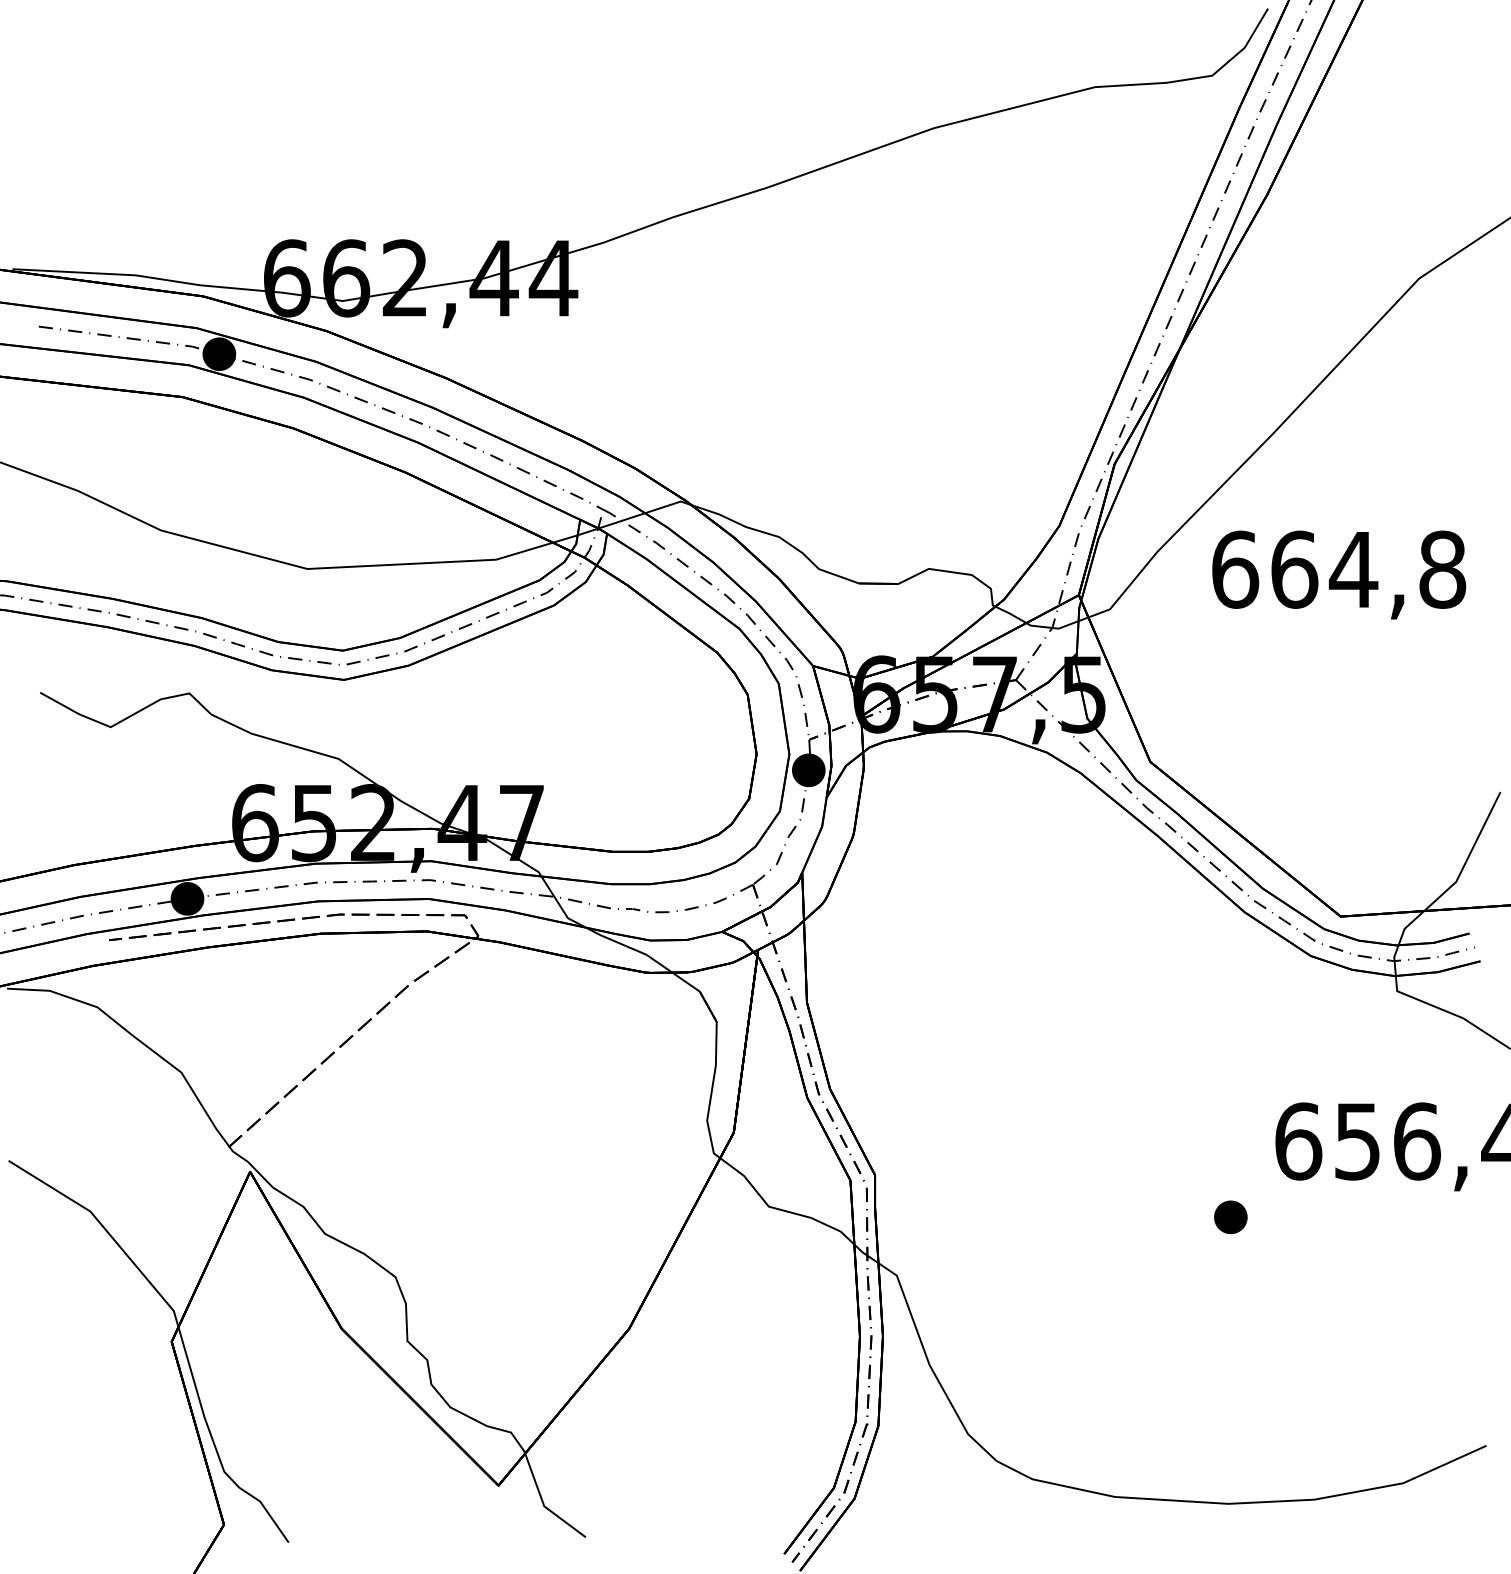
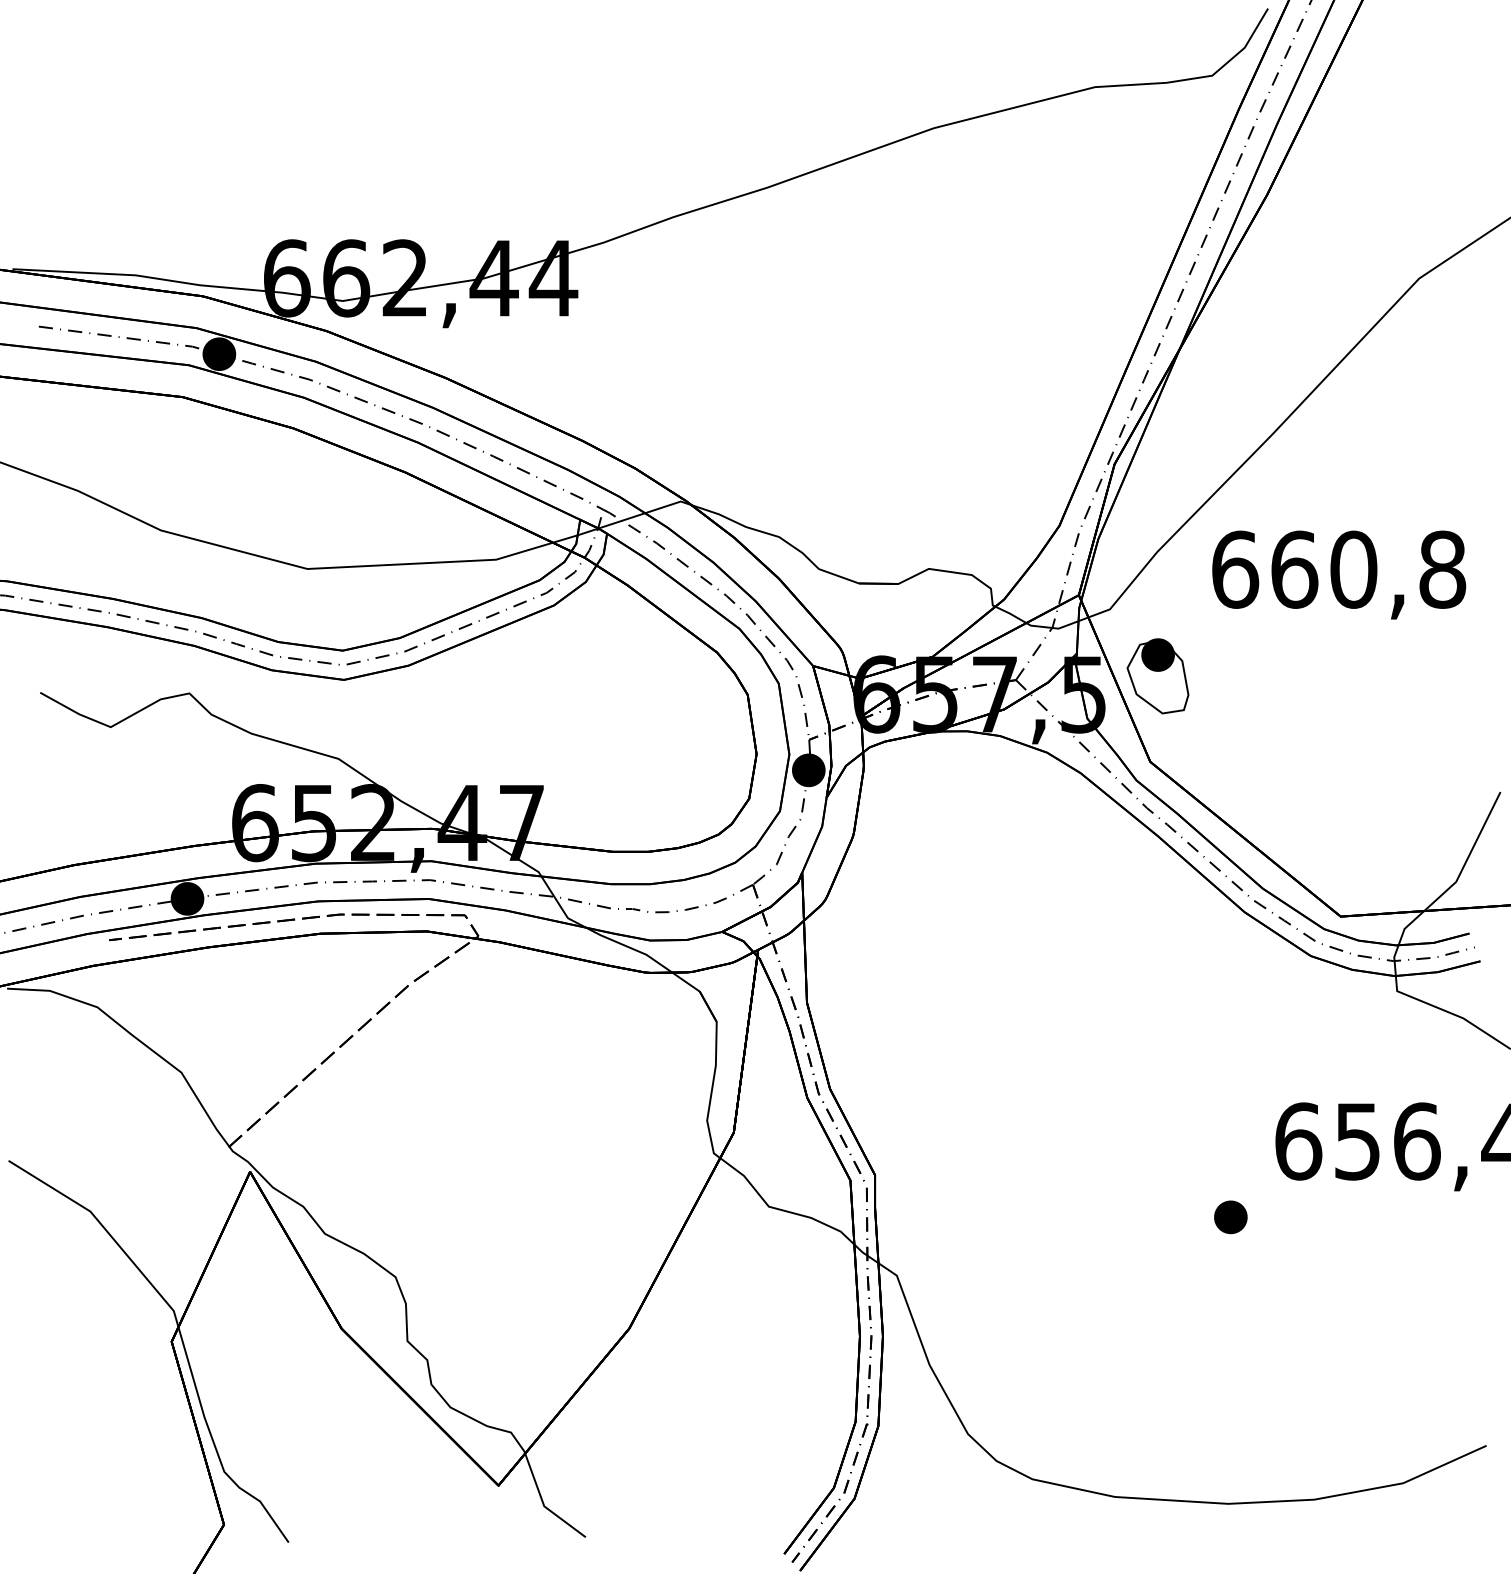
text at (1353, 569): 664,8 -> 660,8
part at (1157, 676): none -> present
